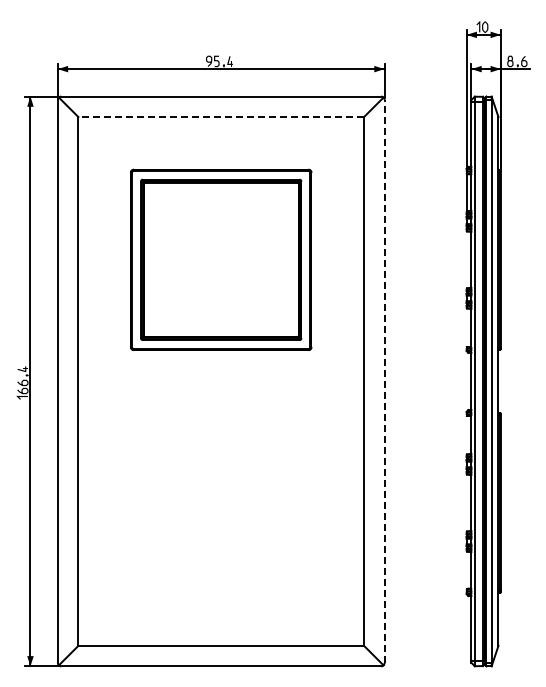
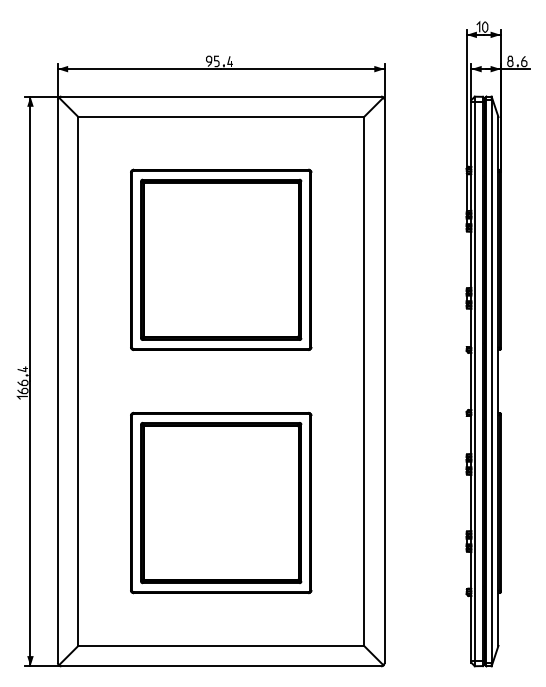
line at (221, 117): dashed -> solid
line at (384, 380): dashed -> solid
part at (221, 502): none -> present
